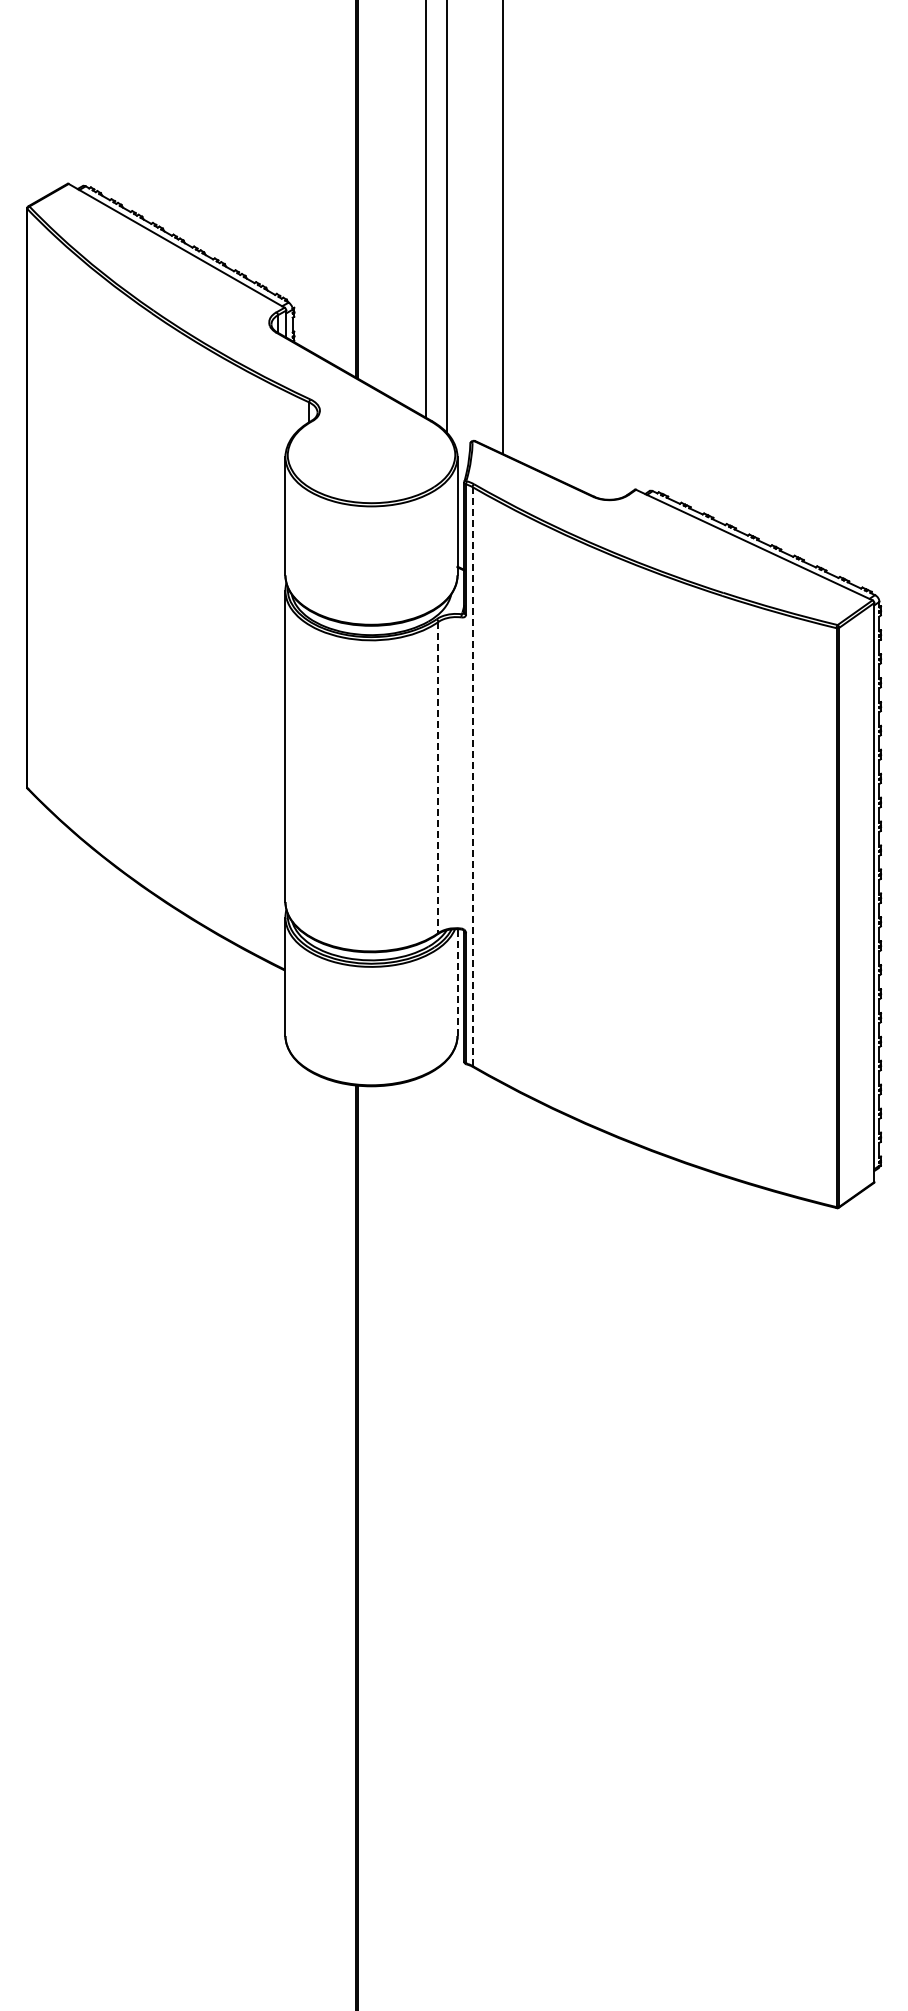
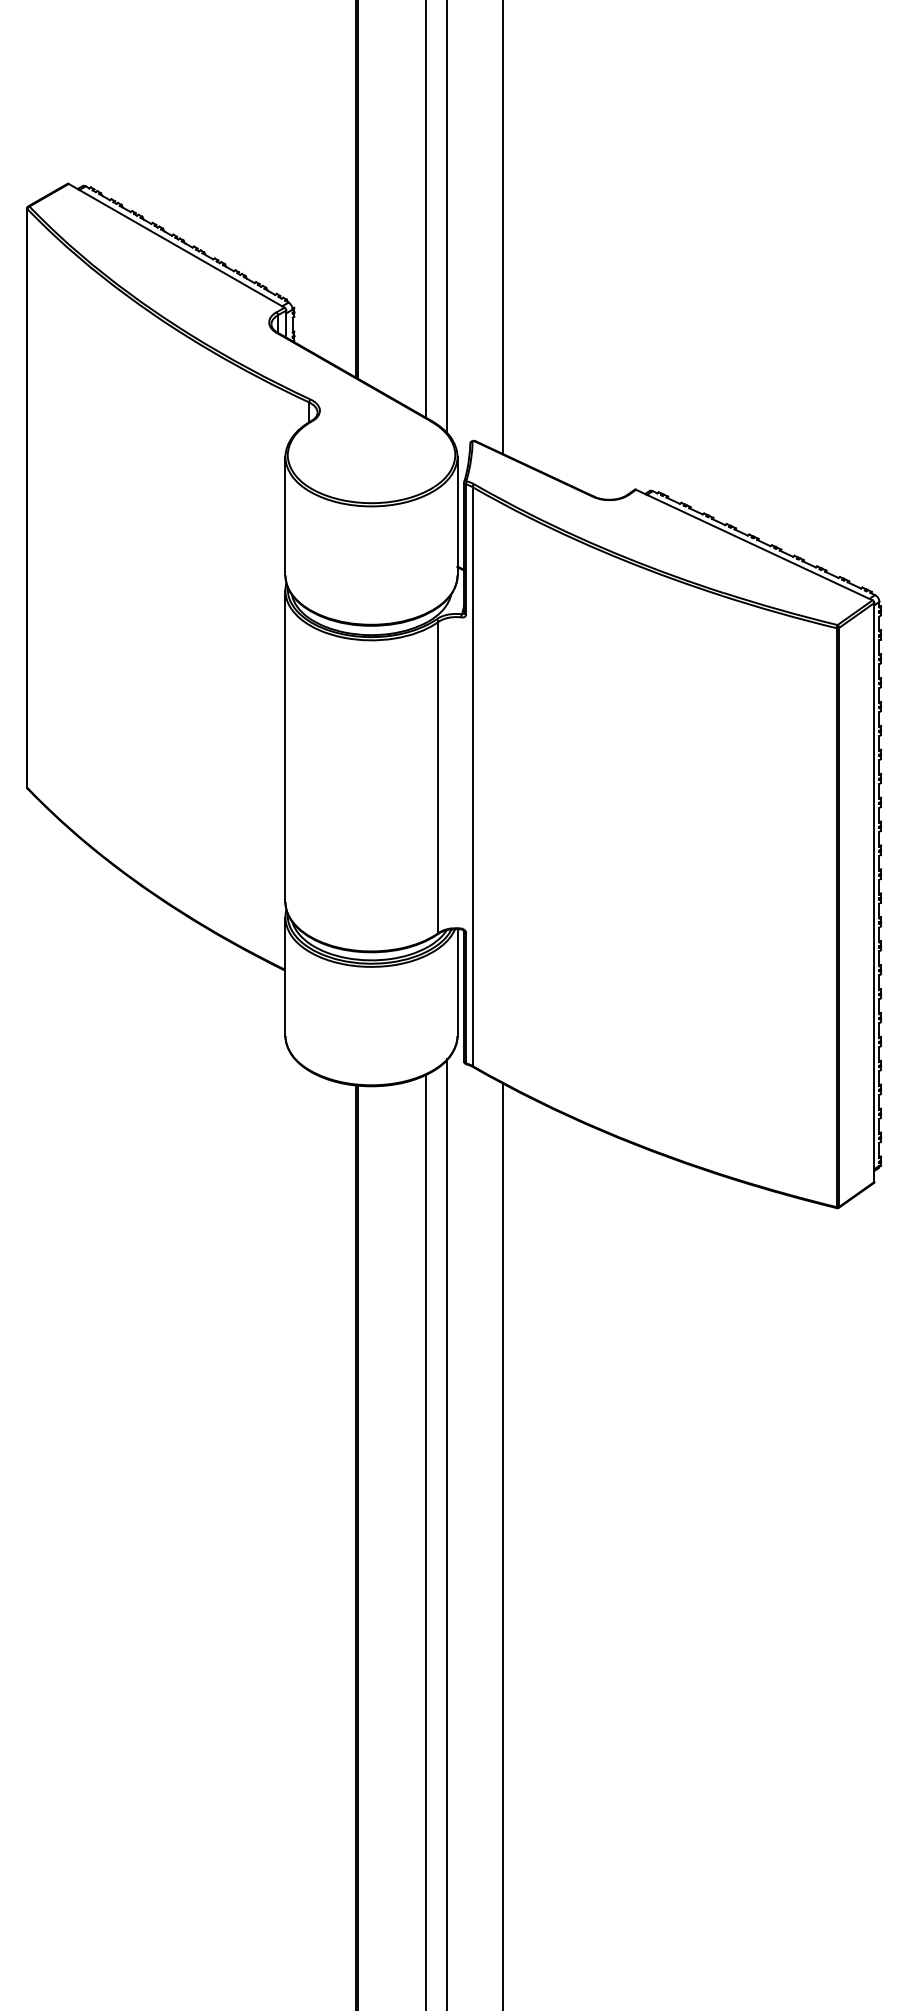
line at (438, 777): dashed -> solid
line at (472, 777): dashed -> solid
line at (457, 982): dashed -> solid
line at (447, 1533): none -> present
line at (426, 1540): none -> present
line at (502, 1545): none -> present
